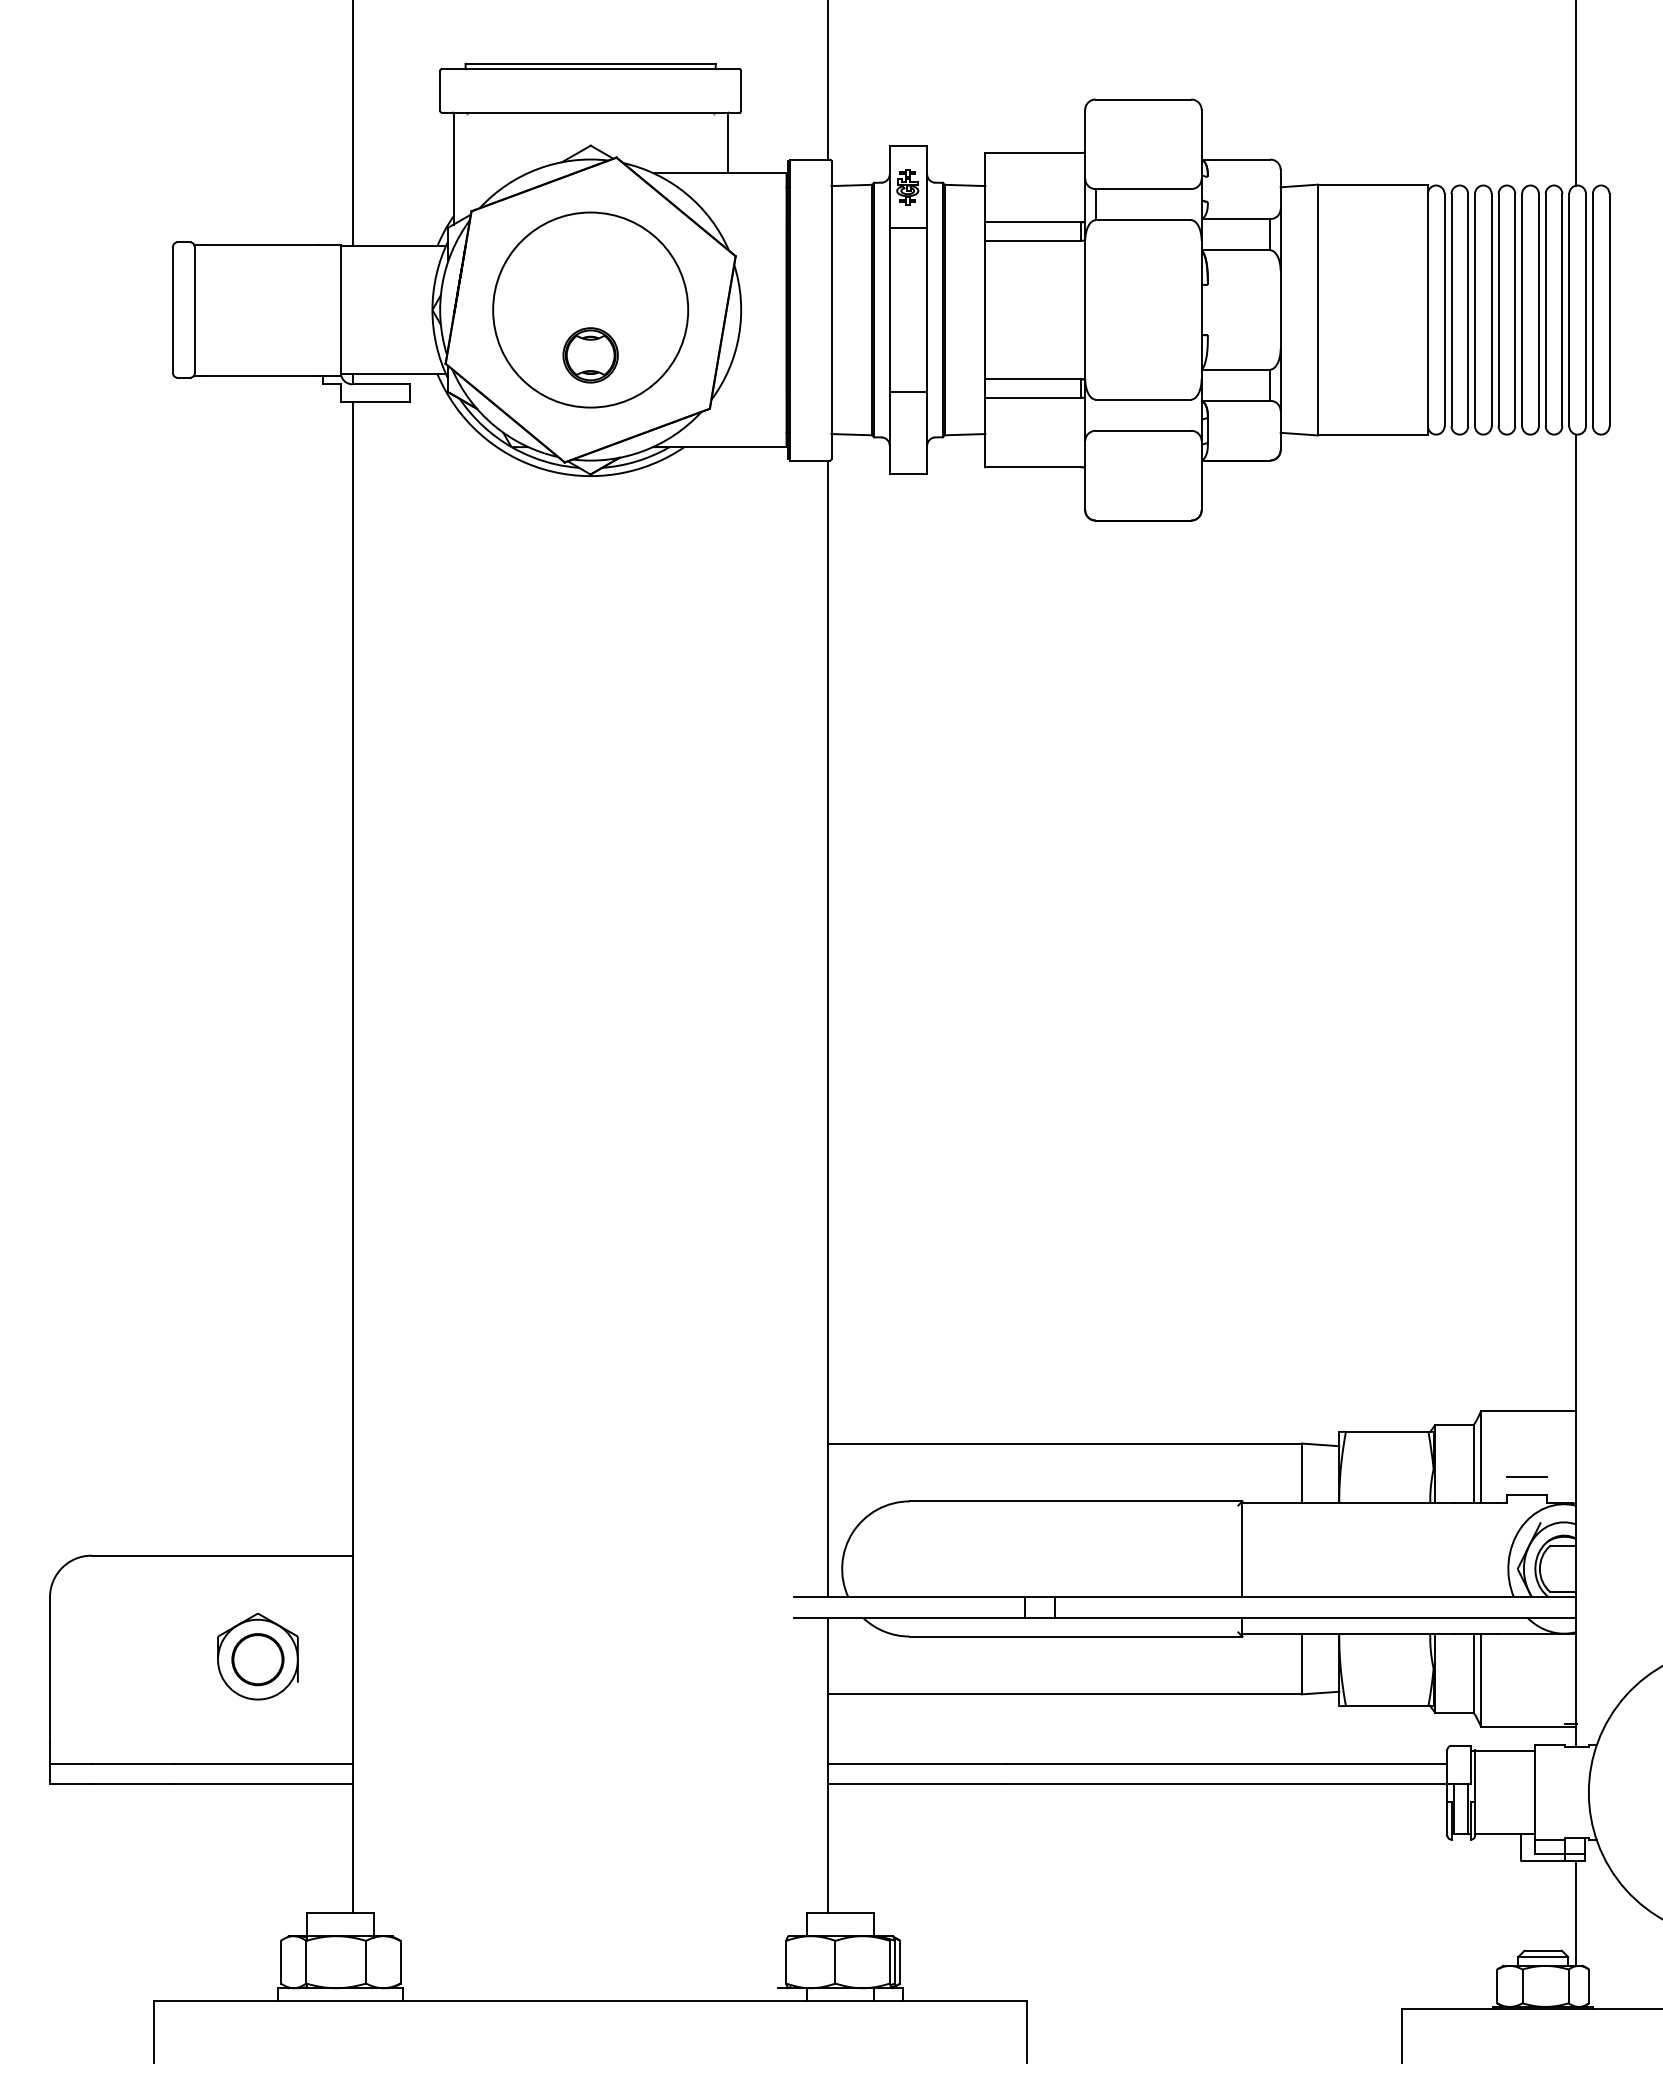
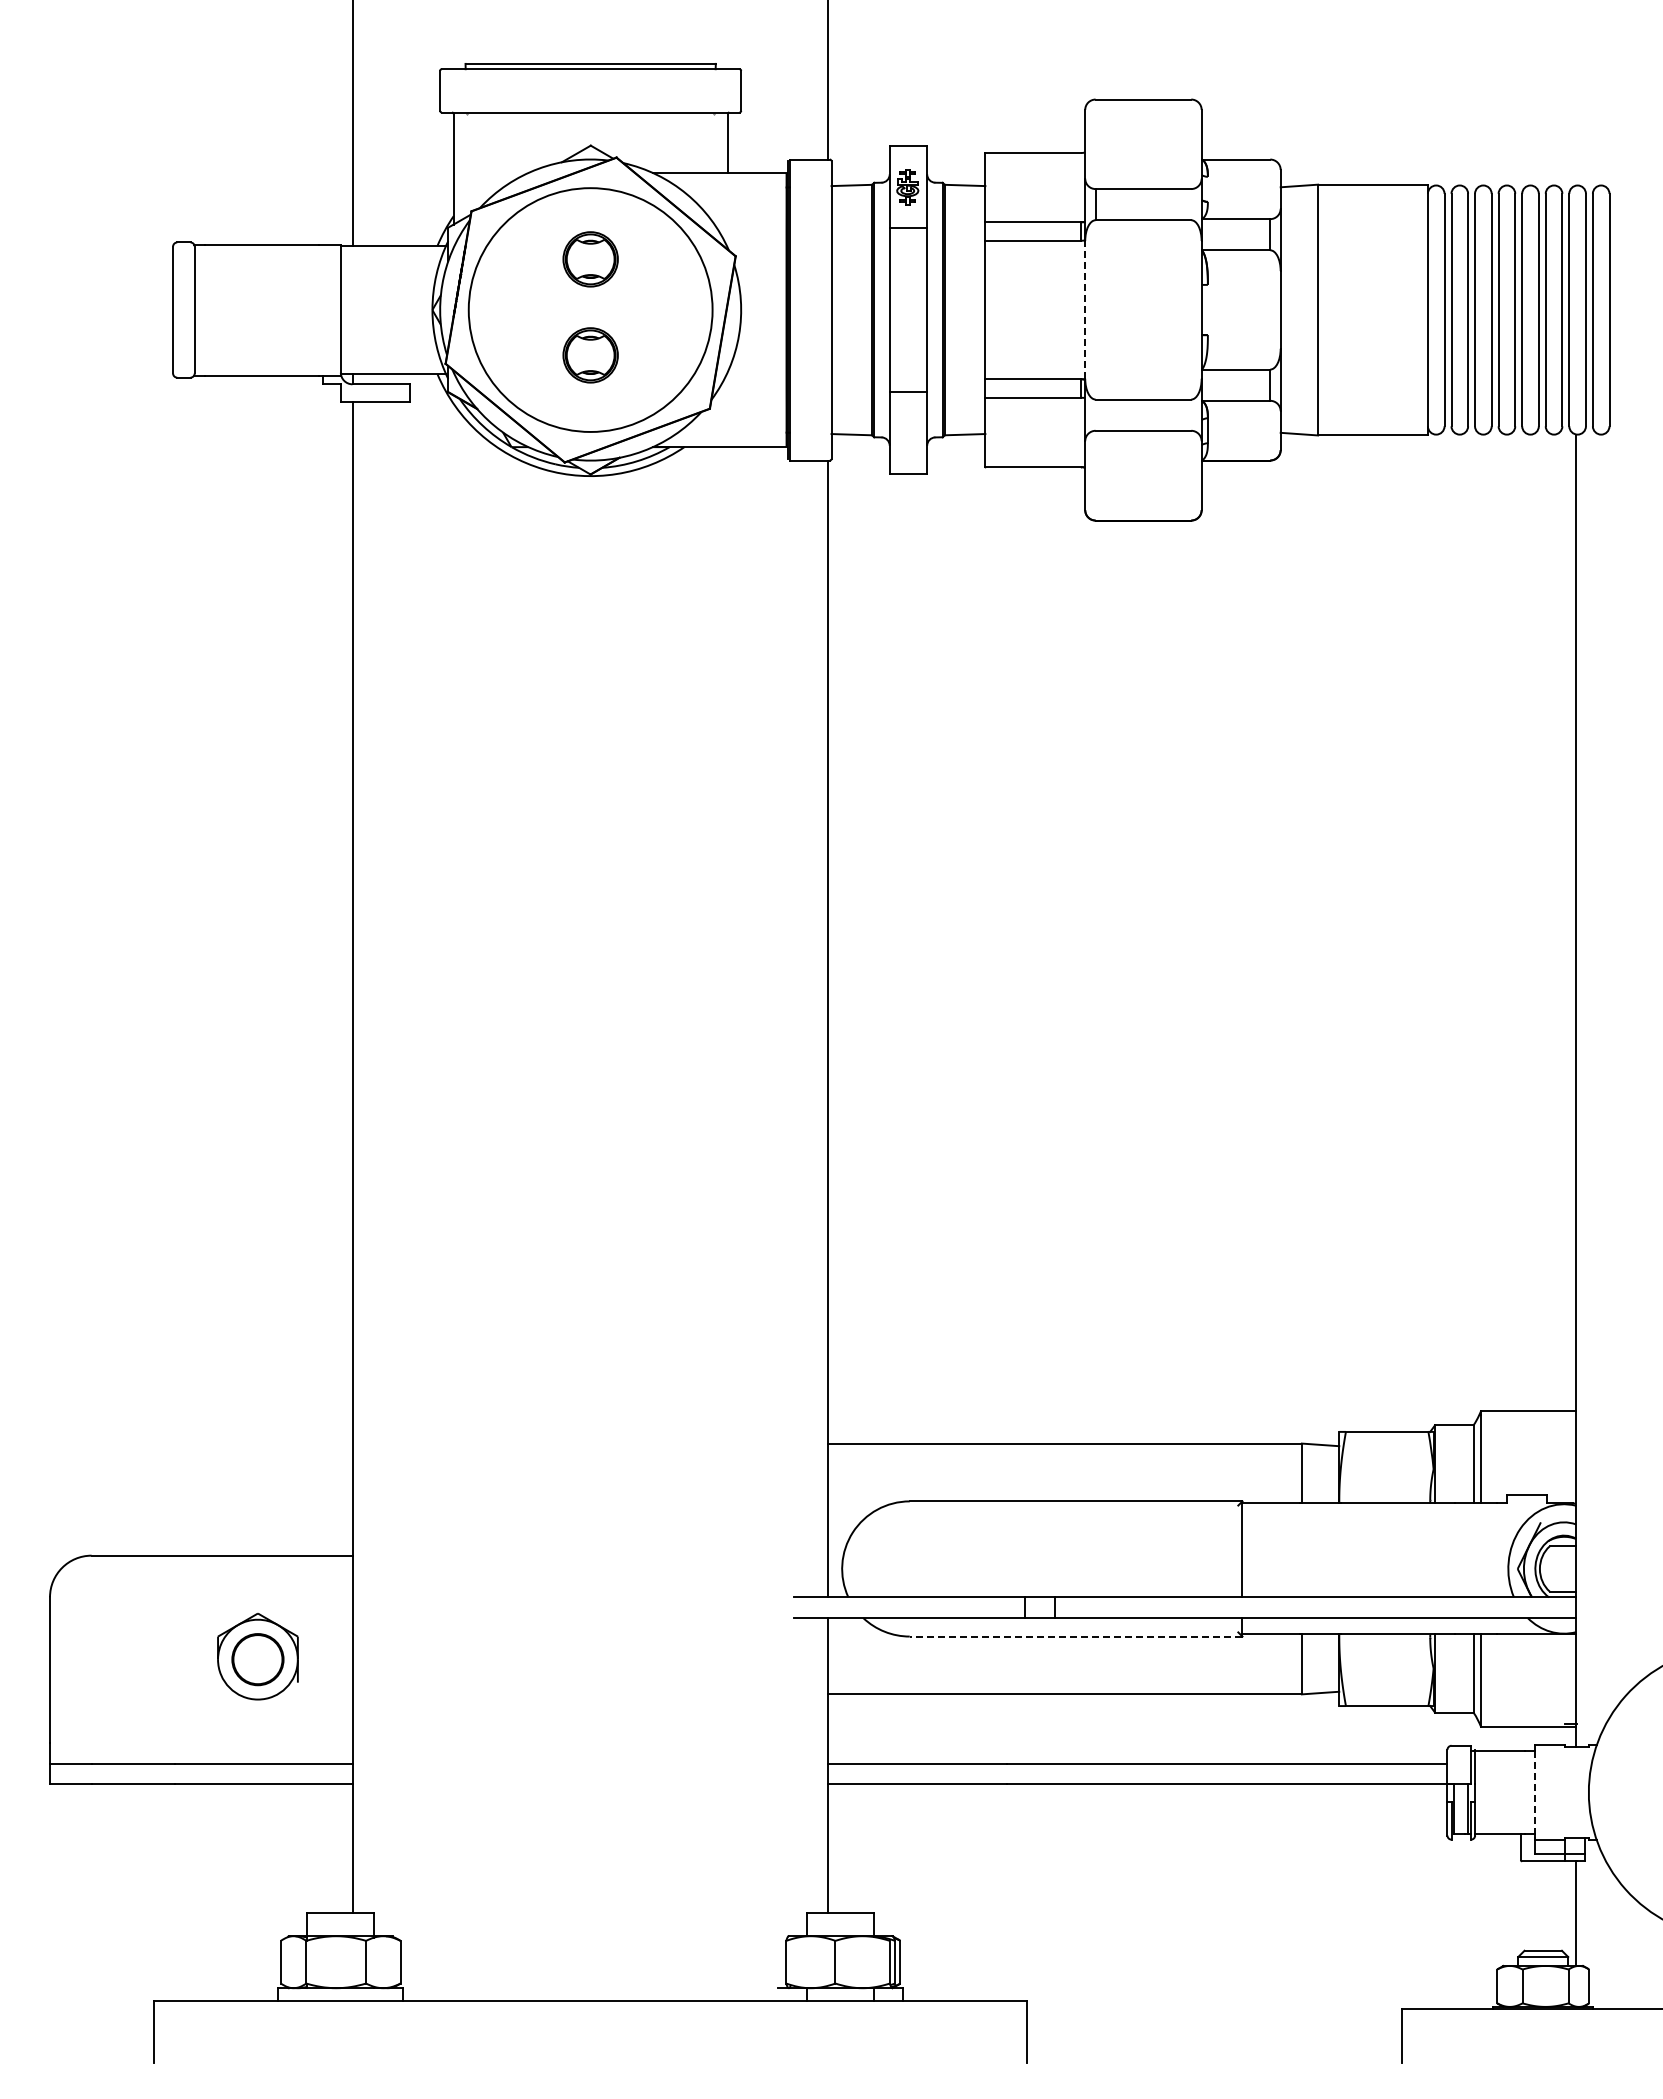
line at (1576, 93): present -> none
part at (590, 259): none -> present
circle at (590, 309) diameter: 195 px -> 244 px
line at (1085, 309): solid -> dashed
line at (1526, 1477): present -> none
line at (1075, 1636): solid -> dashed
line at (1534, 1792): solid -> dashed
